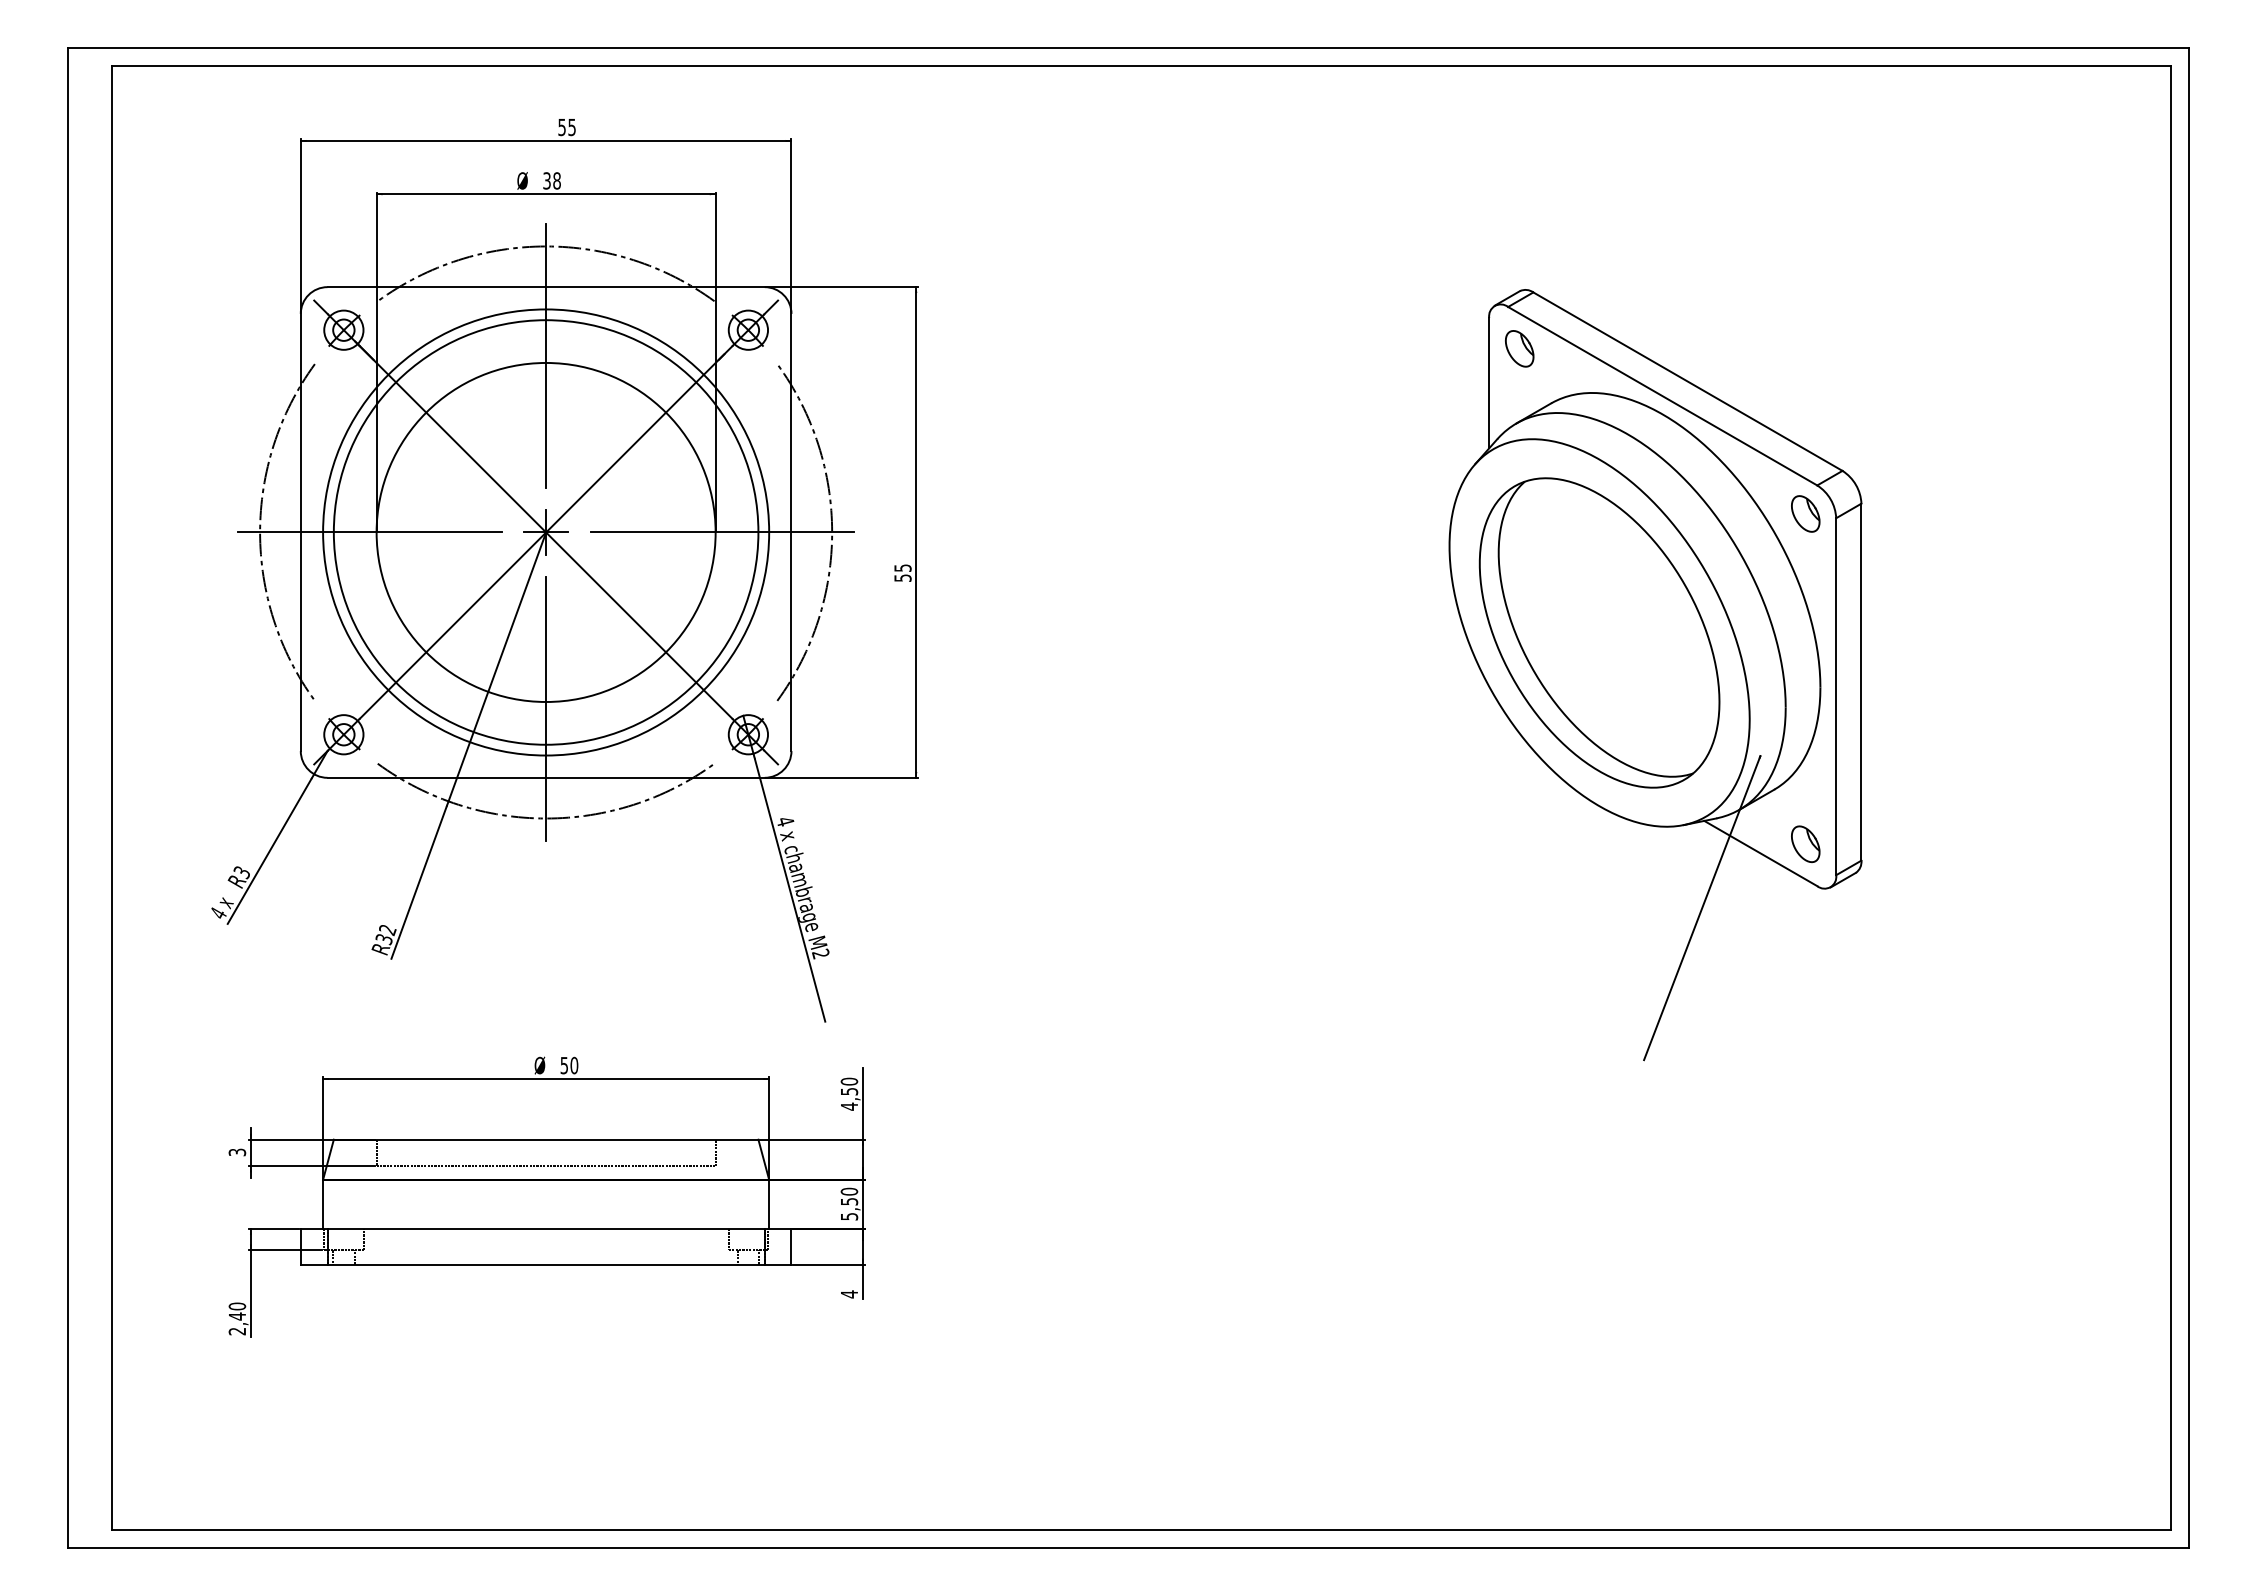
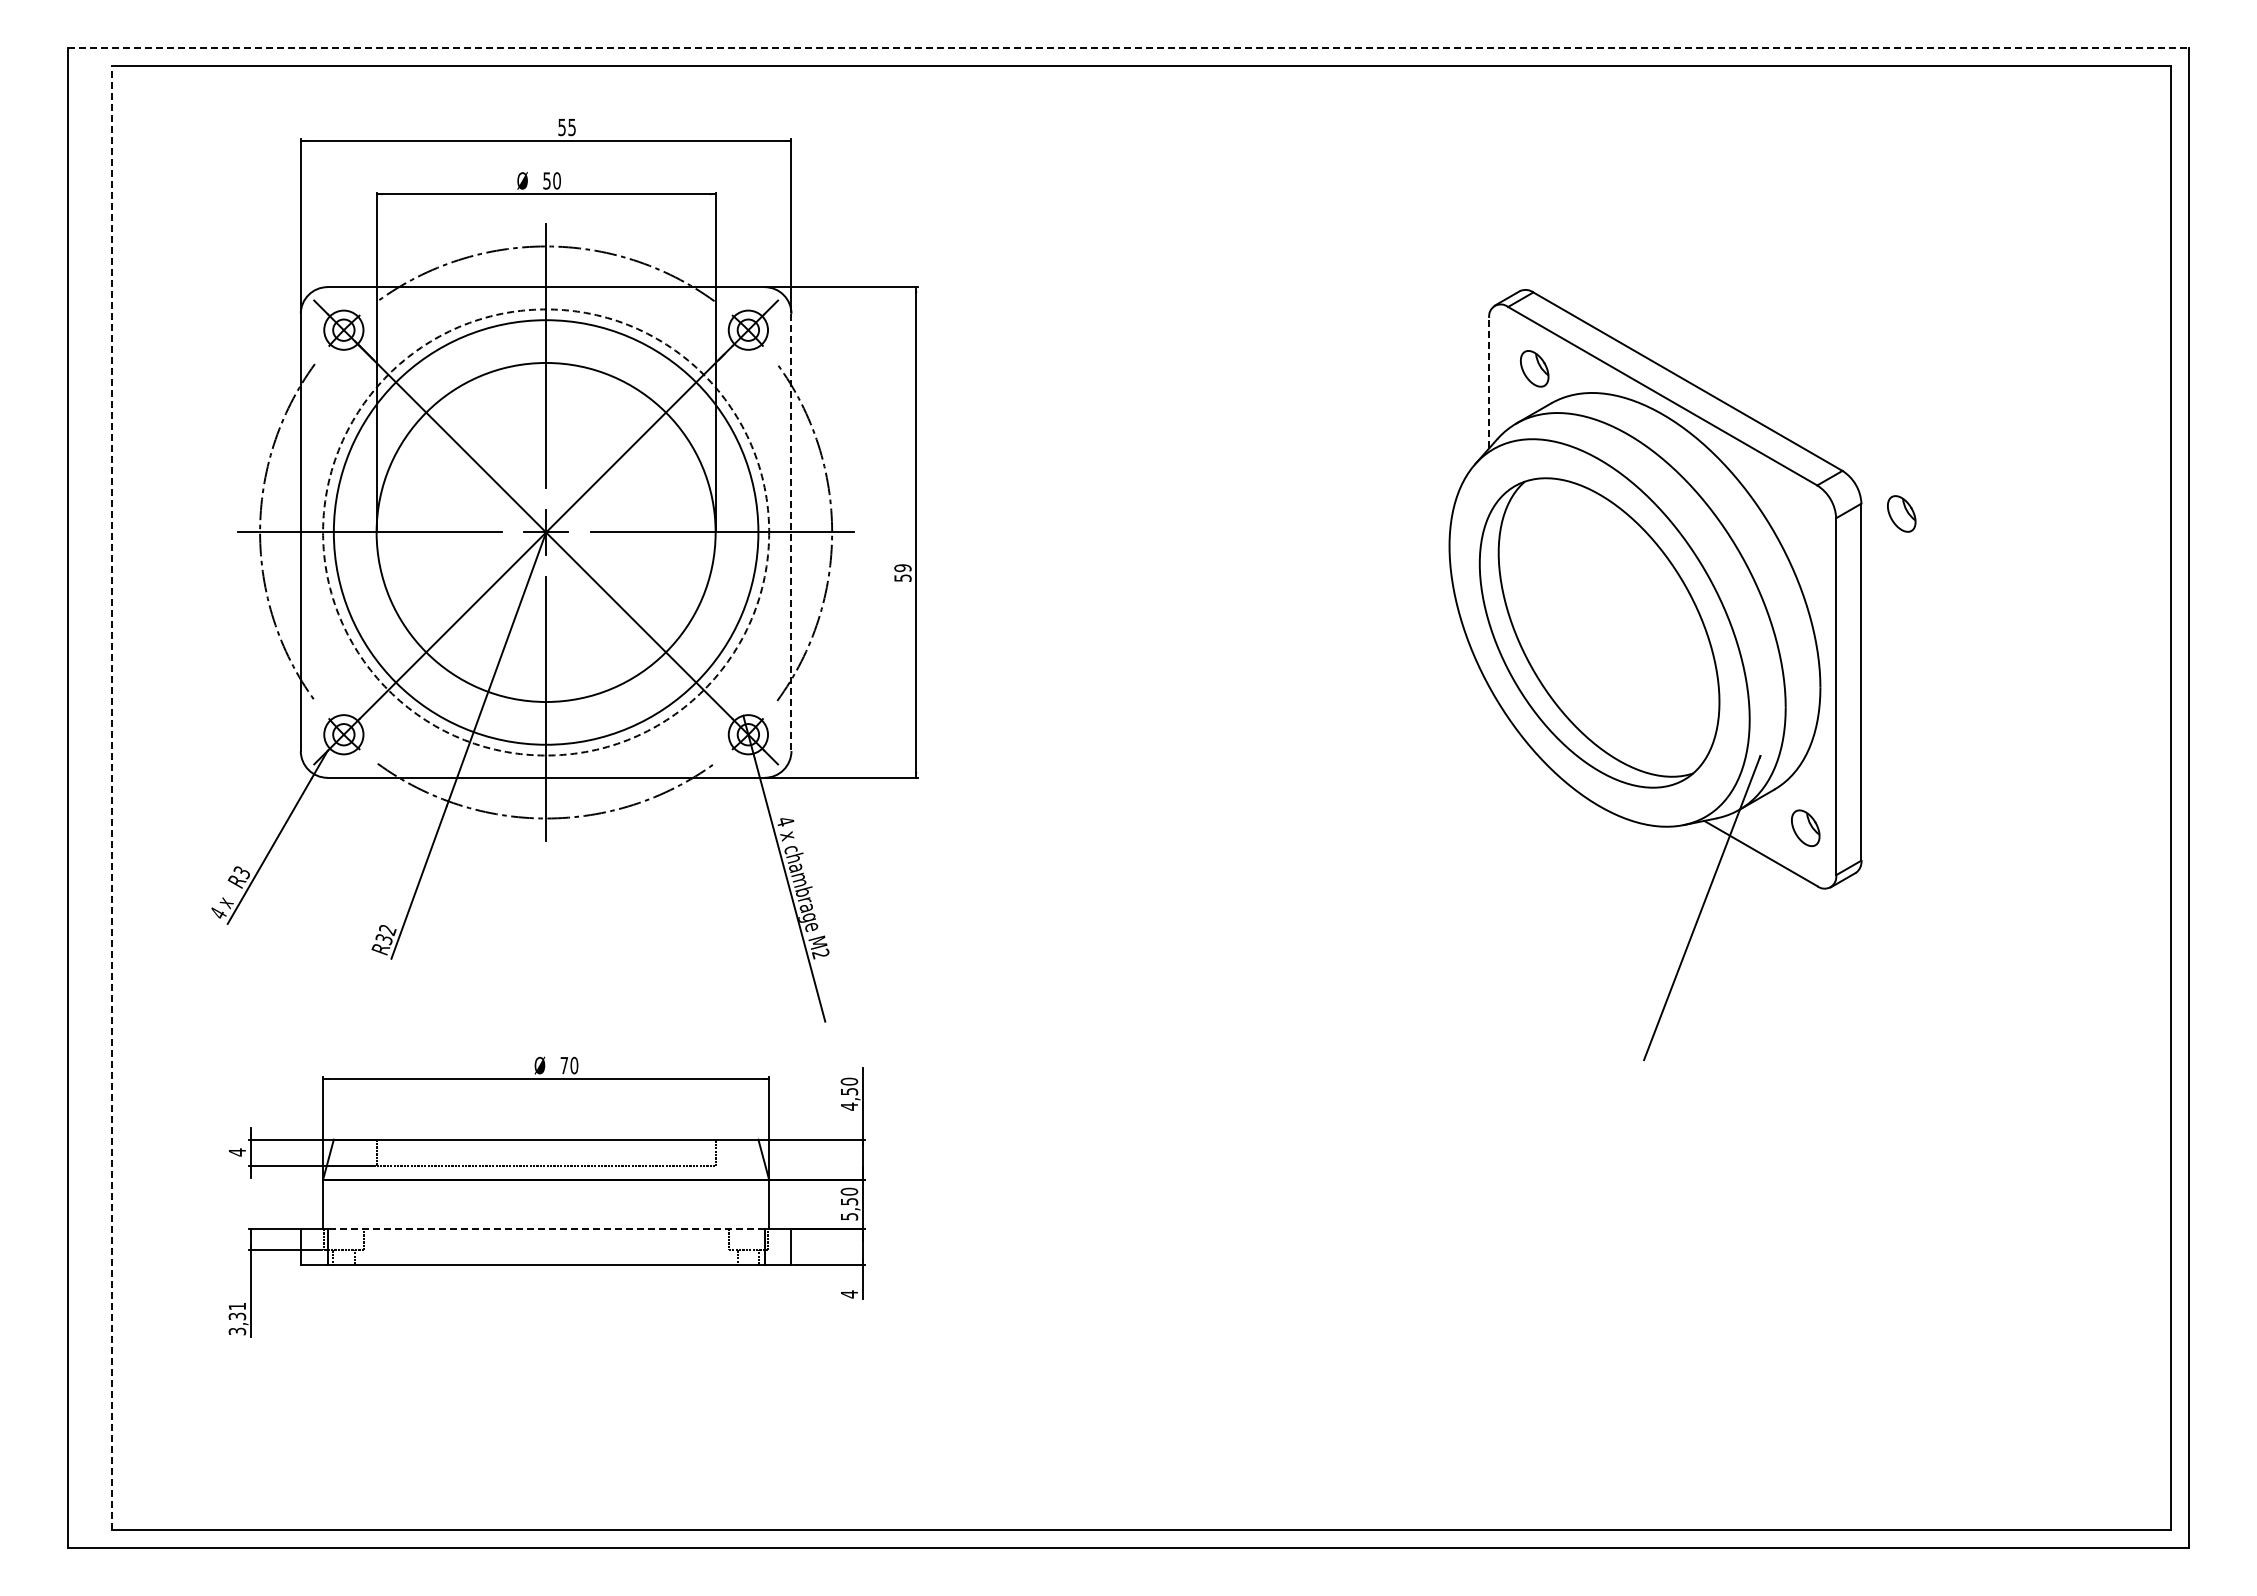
line at (1128, 47): solid -> dashed
text at (551, 180): 38 -> 50
part at (1519, 348) position: (1519, 348) -> (1534, 368)
line at (1489, 382): solid -> dashed
part at (1805, 513) position: (1805, 513) -> (1901, 513)
circle at (546, 532): solid -> dashed
line at (791, 532): solid -> dashed
text at (902, 568): 55 -> 59
line at (112, 797): solid -> dashed
part at (1805, 843) position: (1805, 843) -> (1805, 827)
text at (563, 1065): 50 -> 70
text at (237, 1152): 3 -> 4
line at (546, 1228): solid -> dashed
text at (237, 1318): 2,40 -> 3,31
